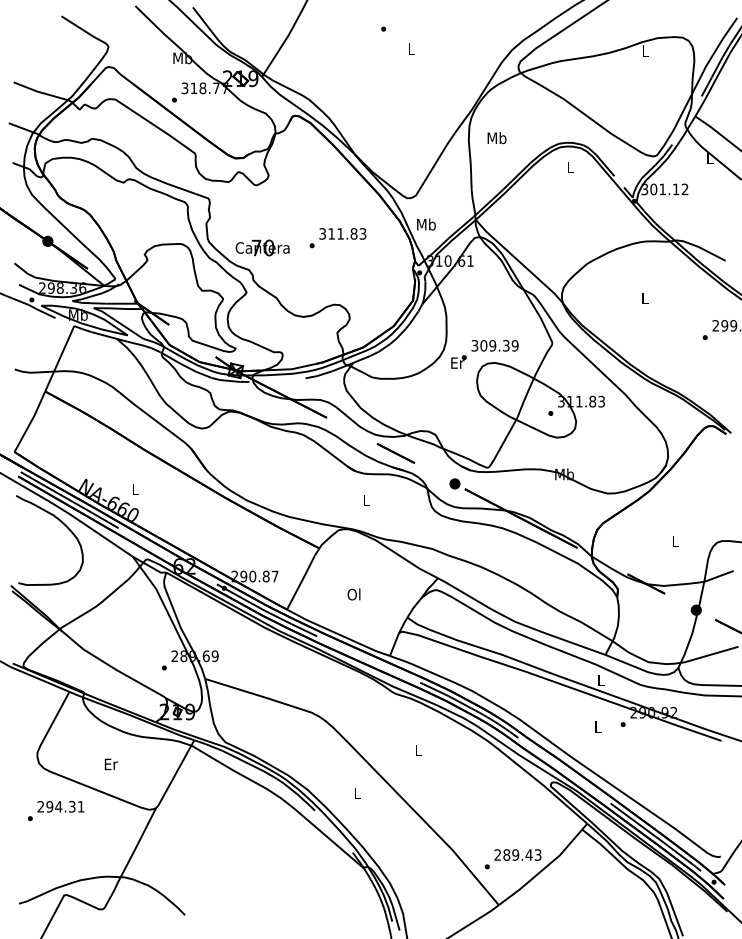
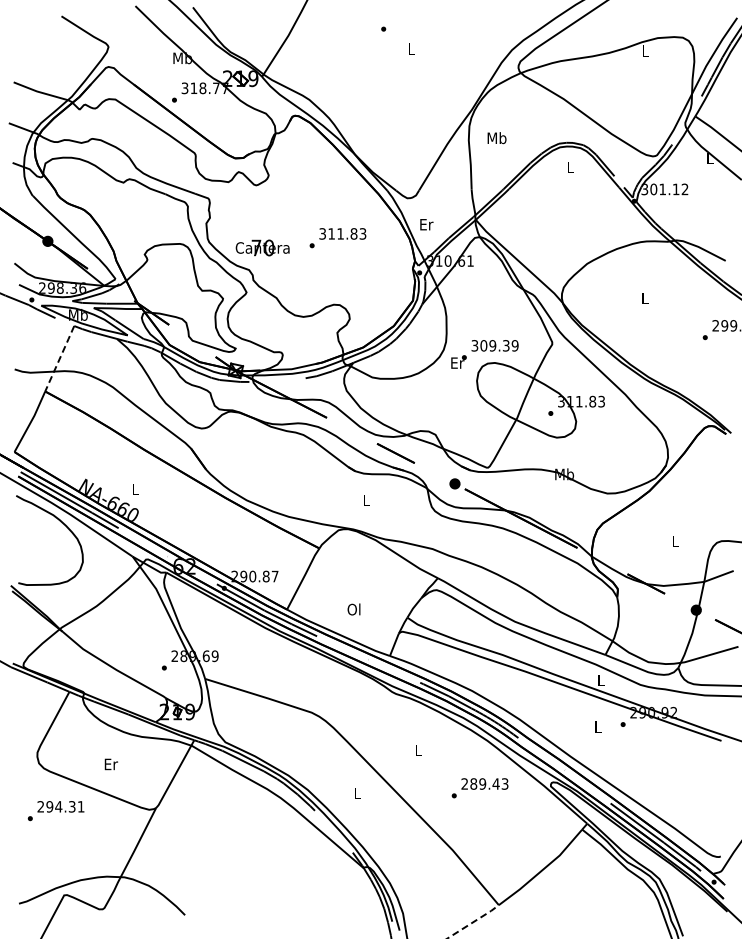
text at (426, 224): Mb -> Er
line at (60, 358): solid -> dashed
text at (353, 594) position: (353, 594) -> (353, 609)
text at (512, 859) position: (512, 859) -> (479, 788)
line at (474, 921): solid -> dashed
